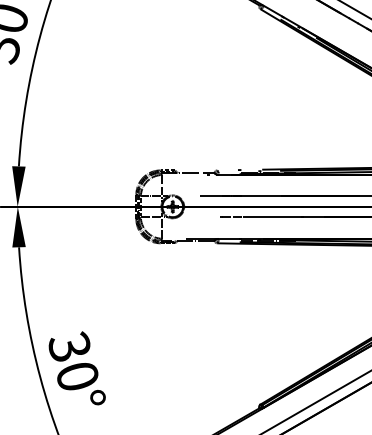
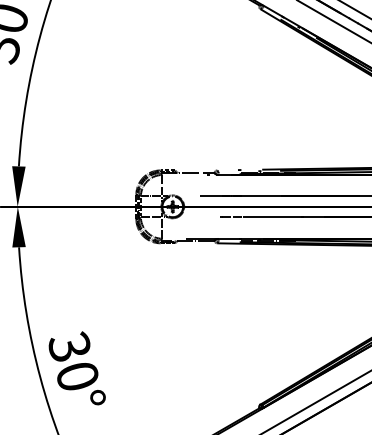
line at (334, 21): none -> present
